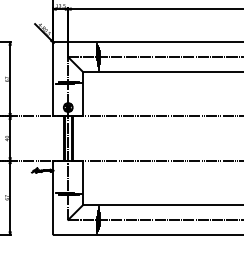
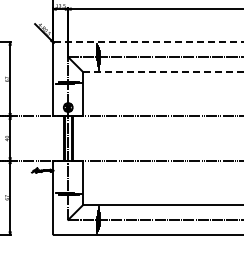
line at (148, 42): solid -> dashed
line at (163, 72): solid -> dashed
